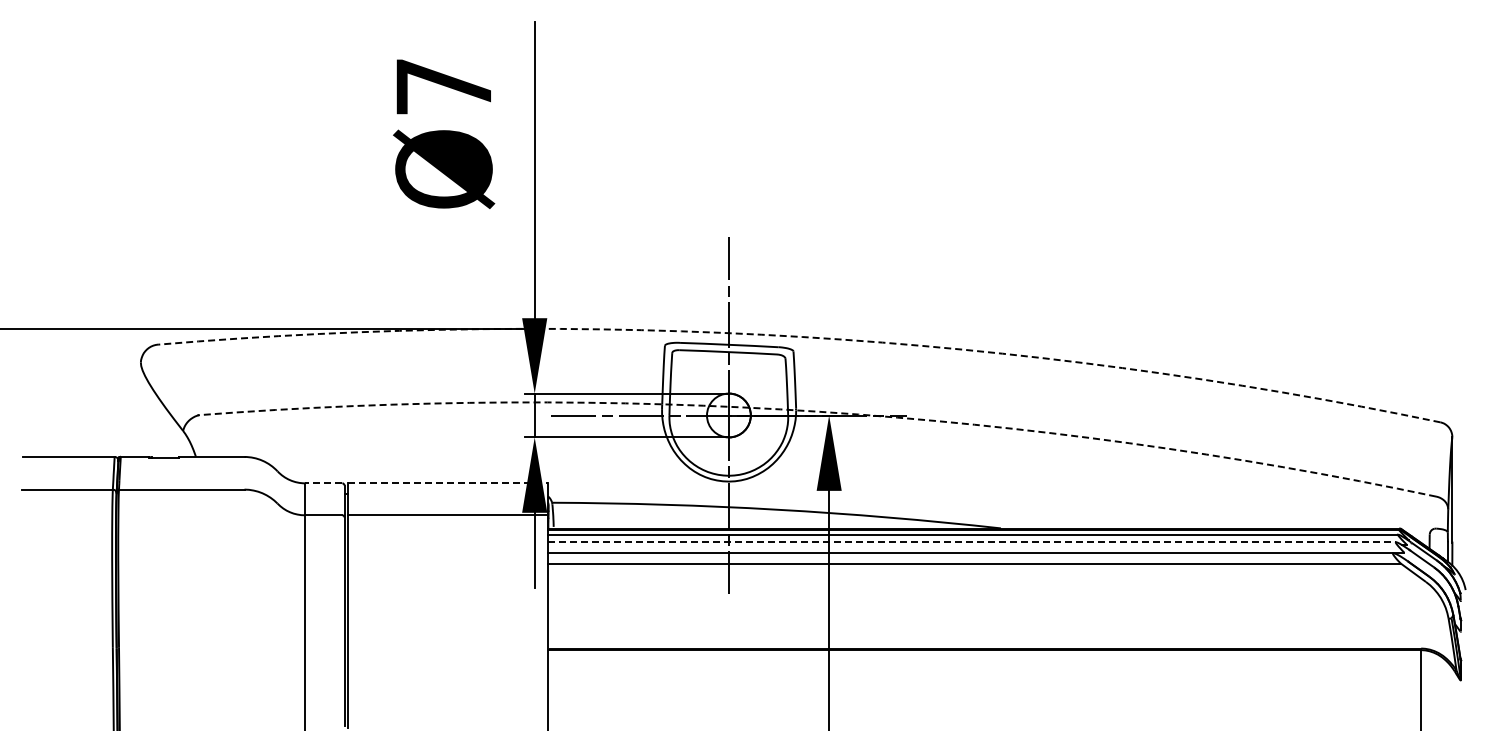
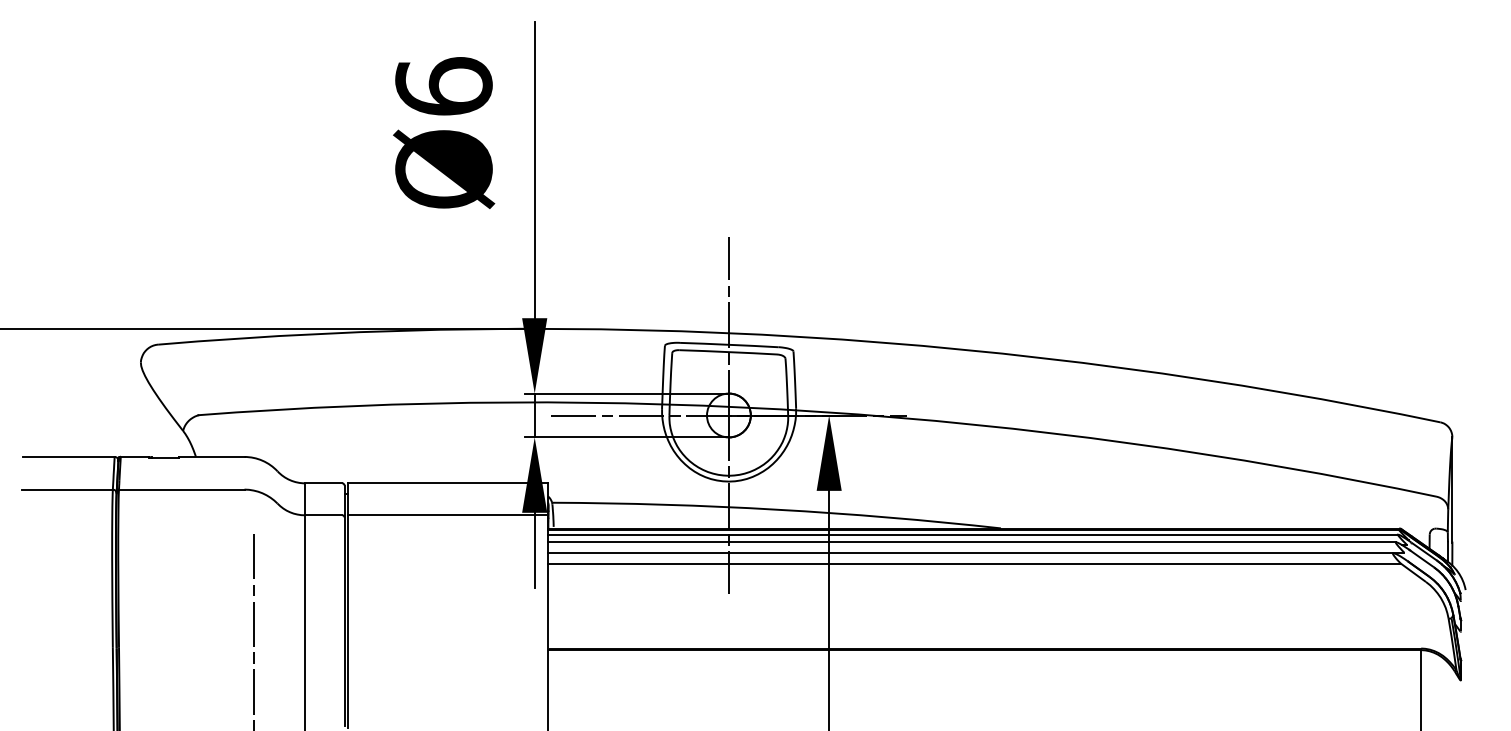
text at (443, 86): Ø7 -> Ø6
arc at (802, 336): dashed -> solid
arc at (819, 411): dashed -> solid
line at (323, 483): dashed -> solid
line at (448, 483): dashed -> solid
line at (972, 542): dashed -> solid
line at (254, 630): none -> present
